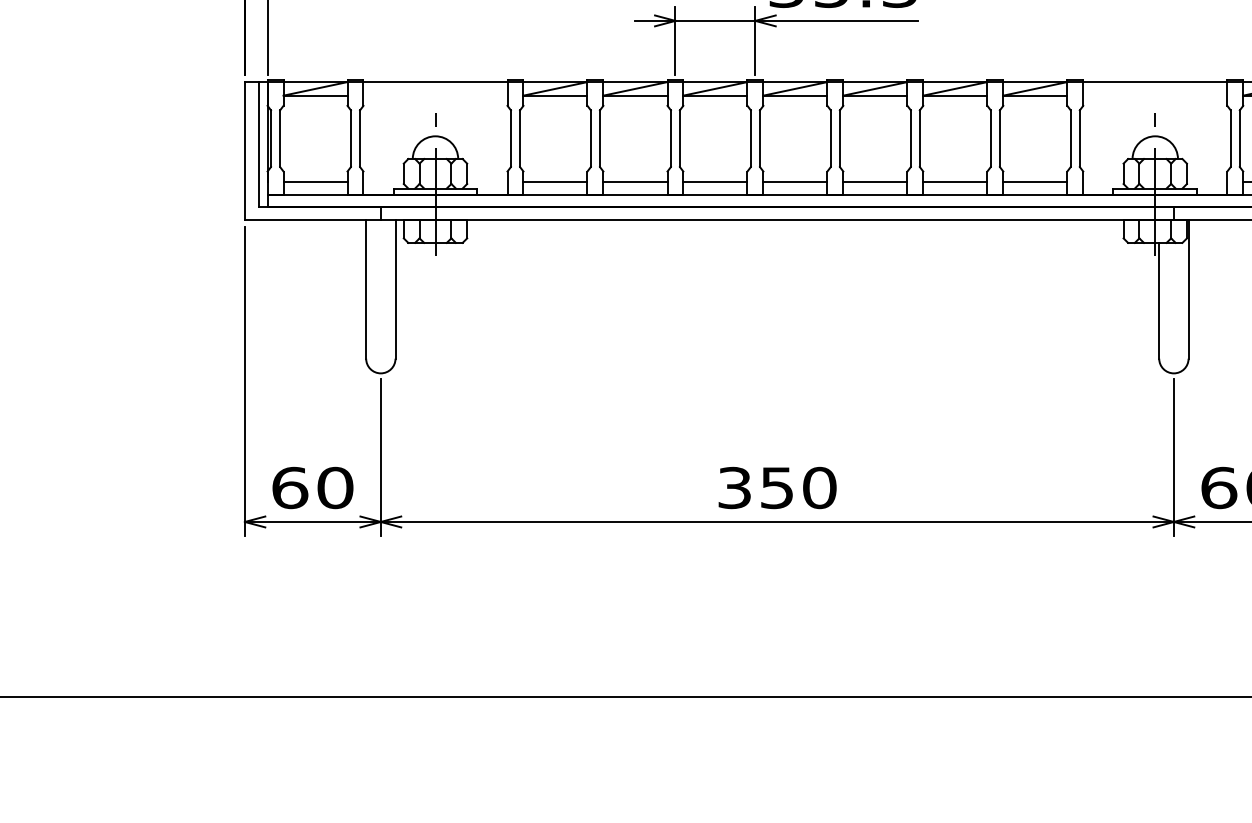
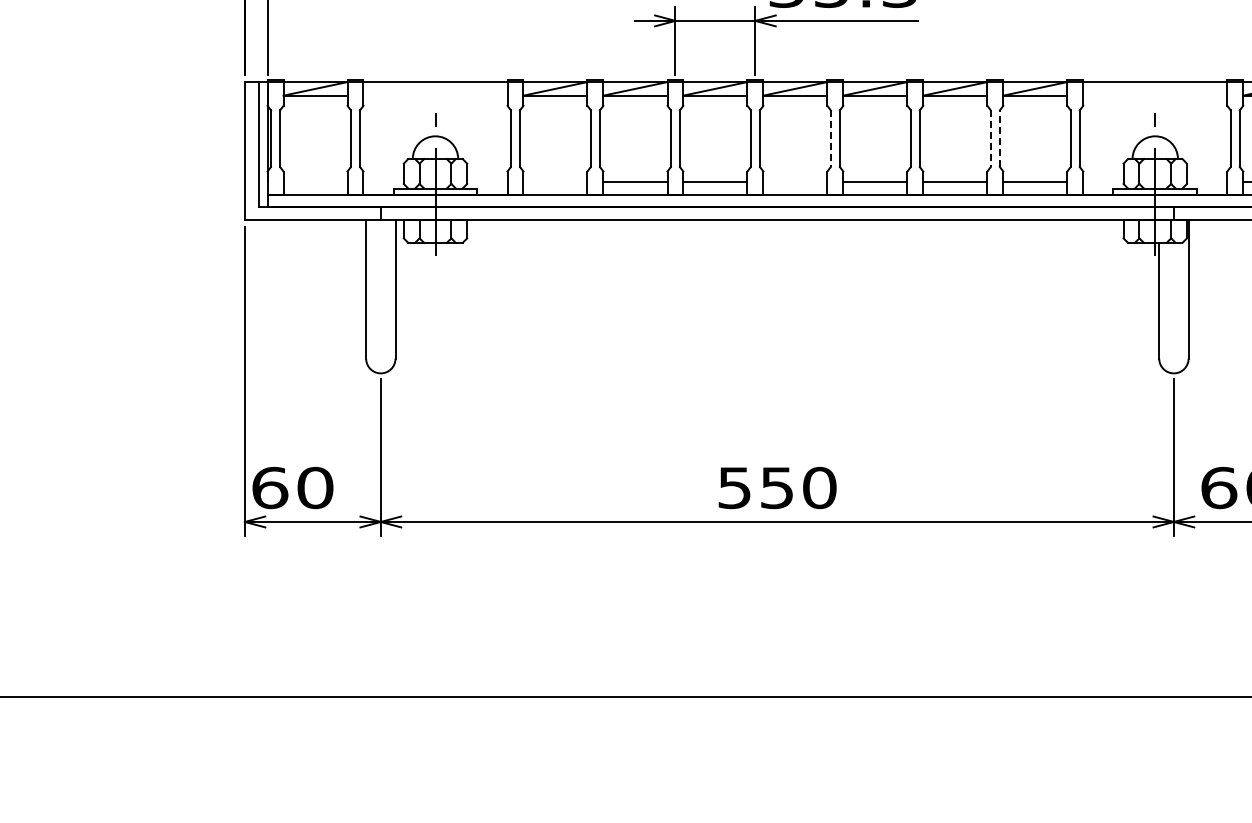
line at (999, 138): solid -> dashed
line at (830, 139): solid -> dashed
line at (990, 139): solid -> dashed
line at (315, 181): present -> none
line at (555, 181): present -> none
line at (795, 181): present -> none
text at (312, 487) position: (312, 487) -> (292, 487)
text at (734, 487): 350 -> 550
